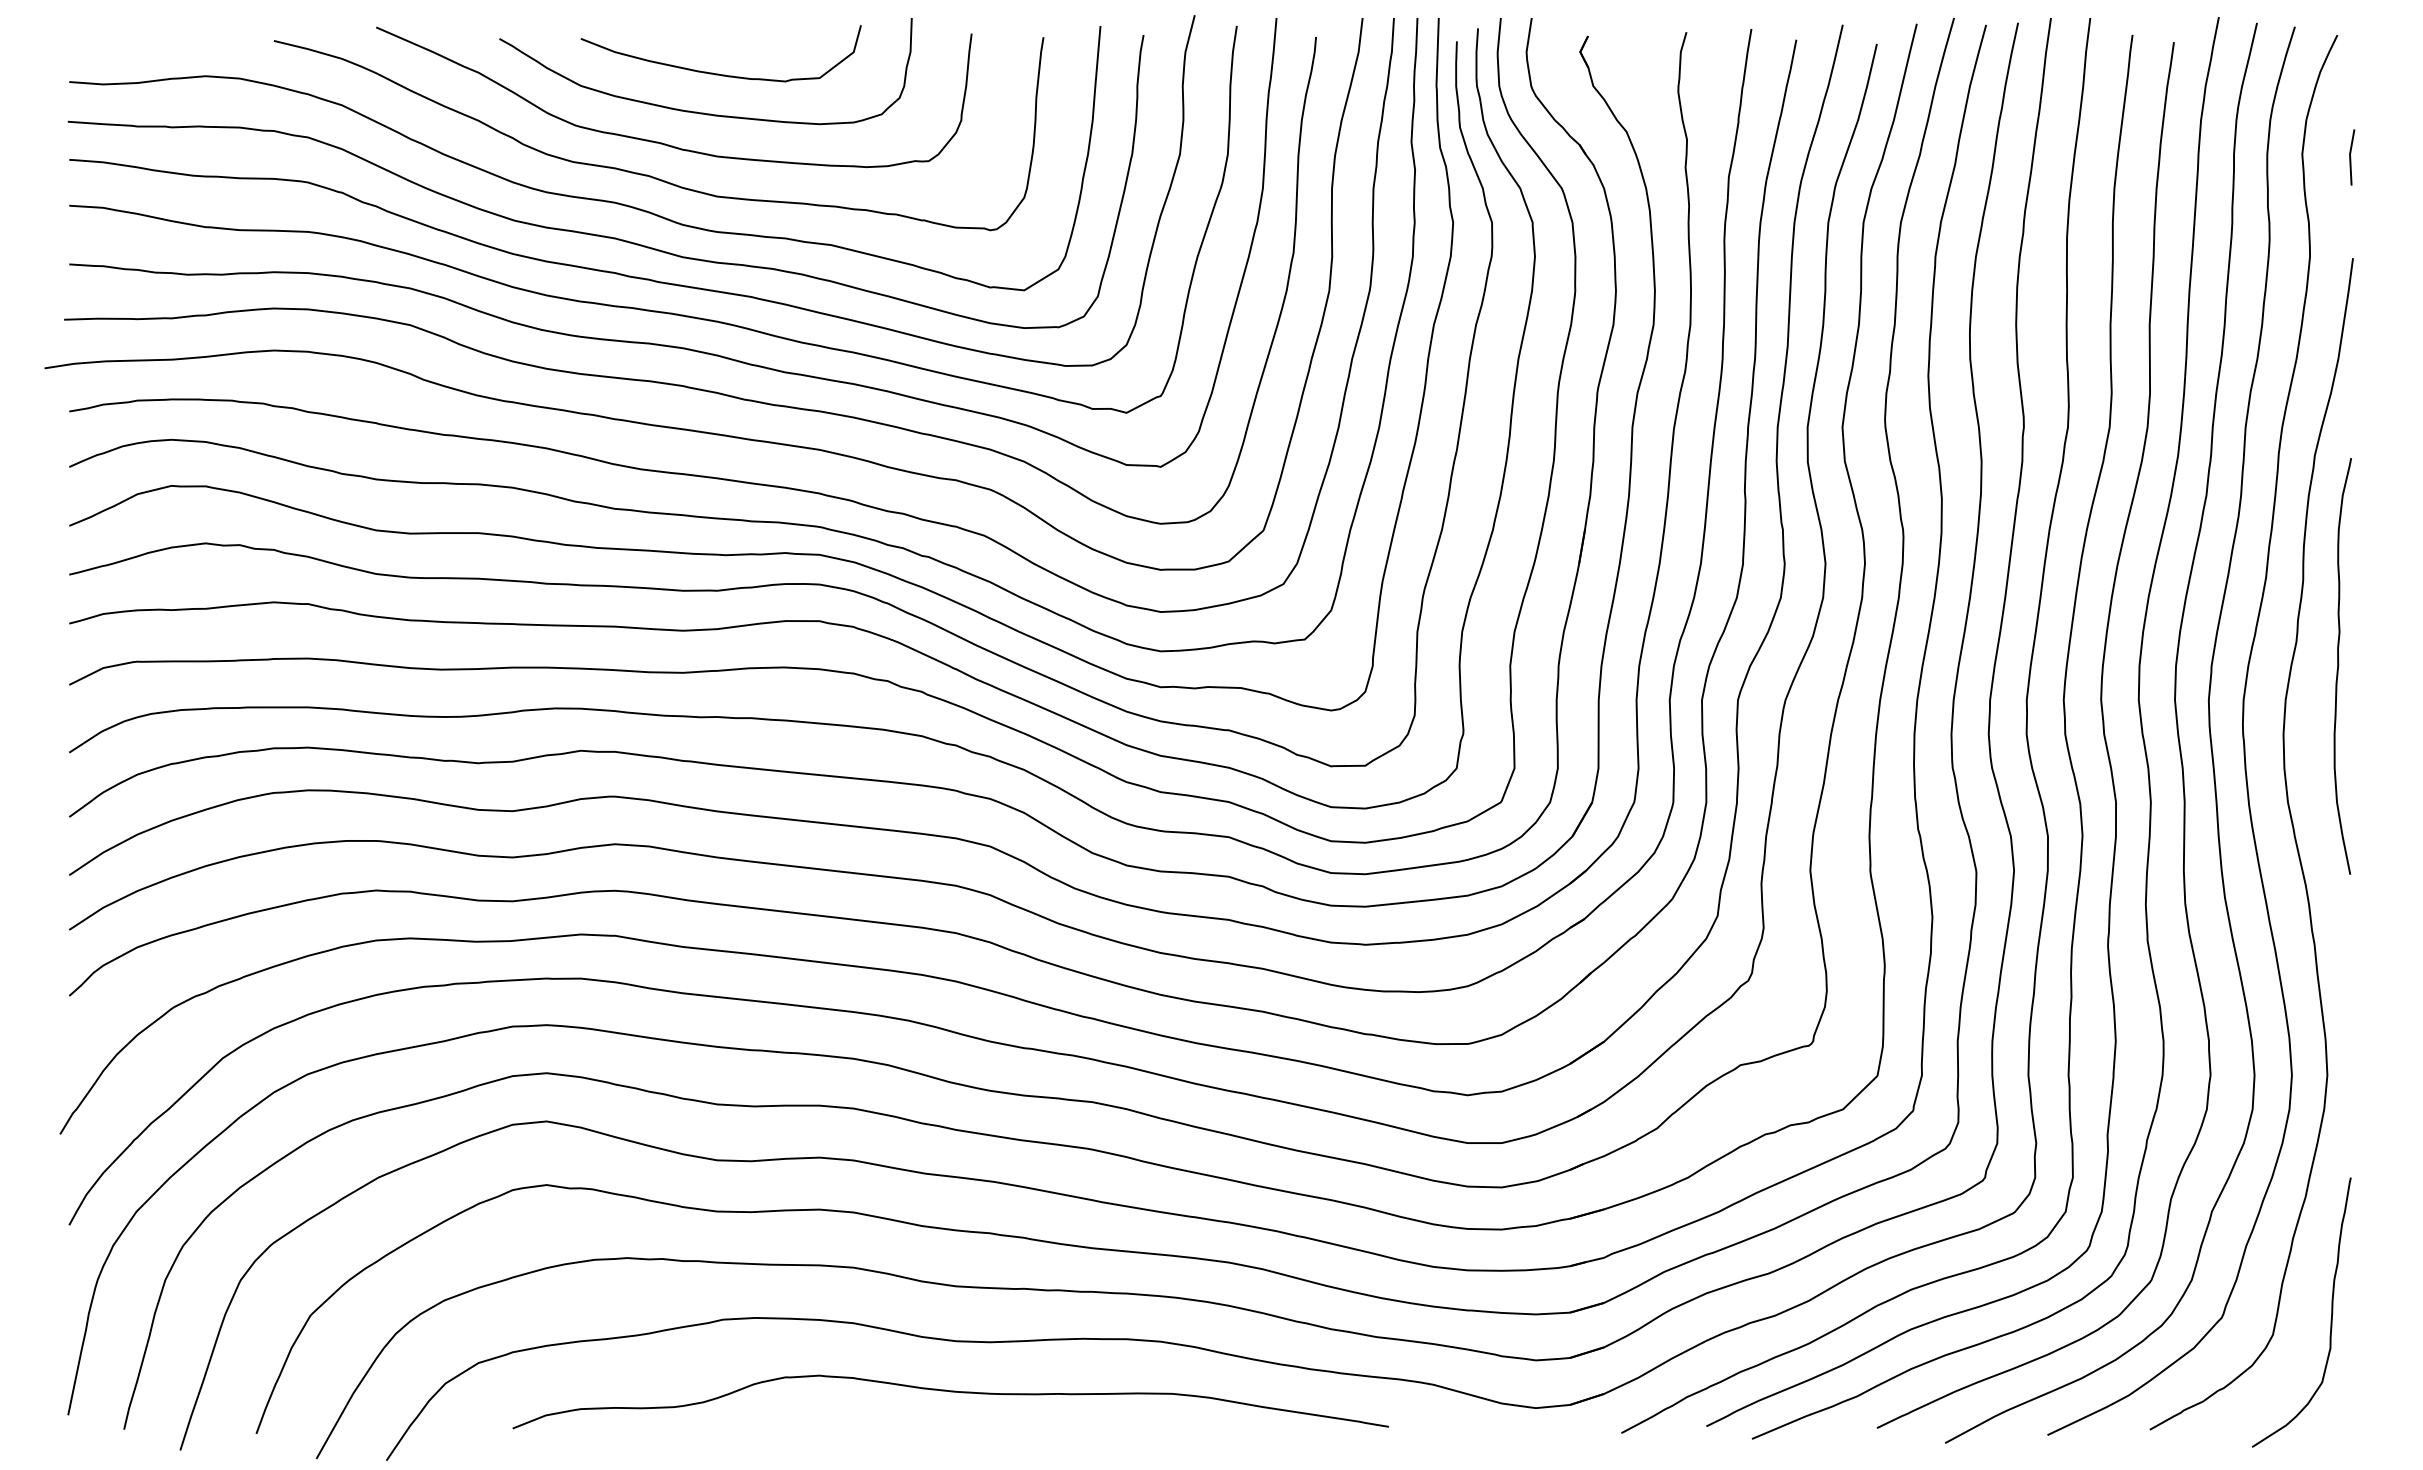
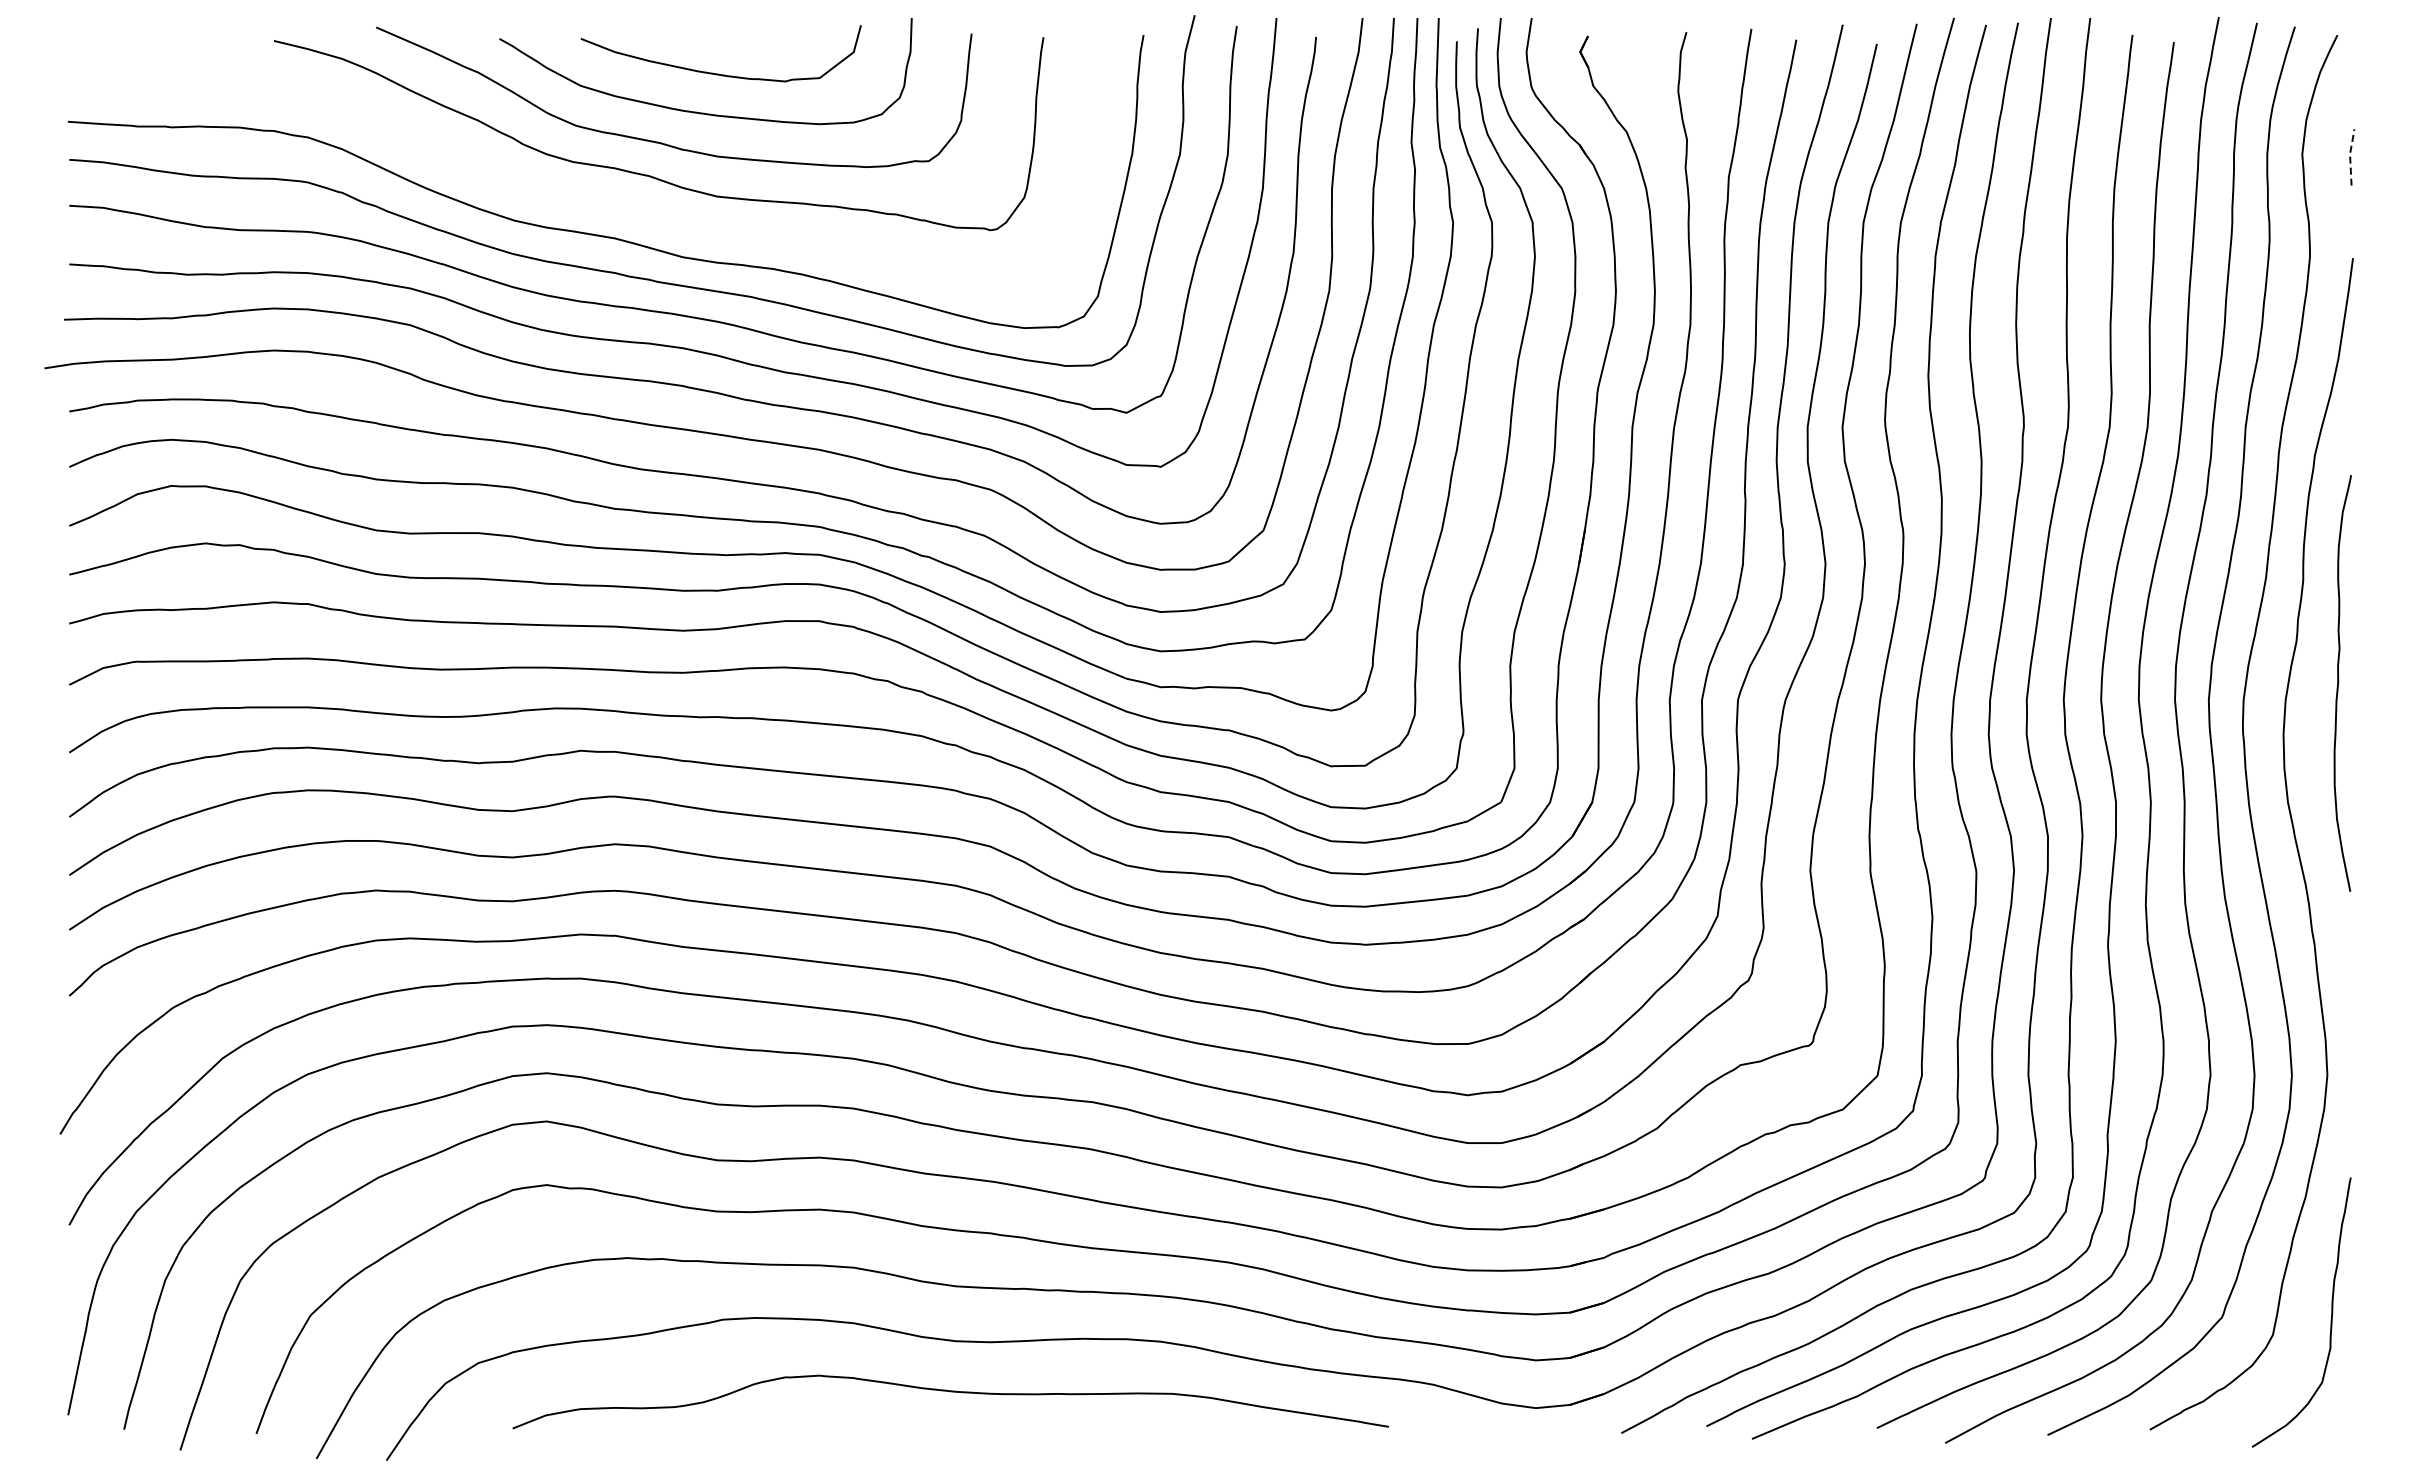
line at (2350, 156): solid -> dashed
curve at (580, 196): present -> none
curve at (2339, 665) position: (2339, 665) -> (2339, 682)
